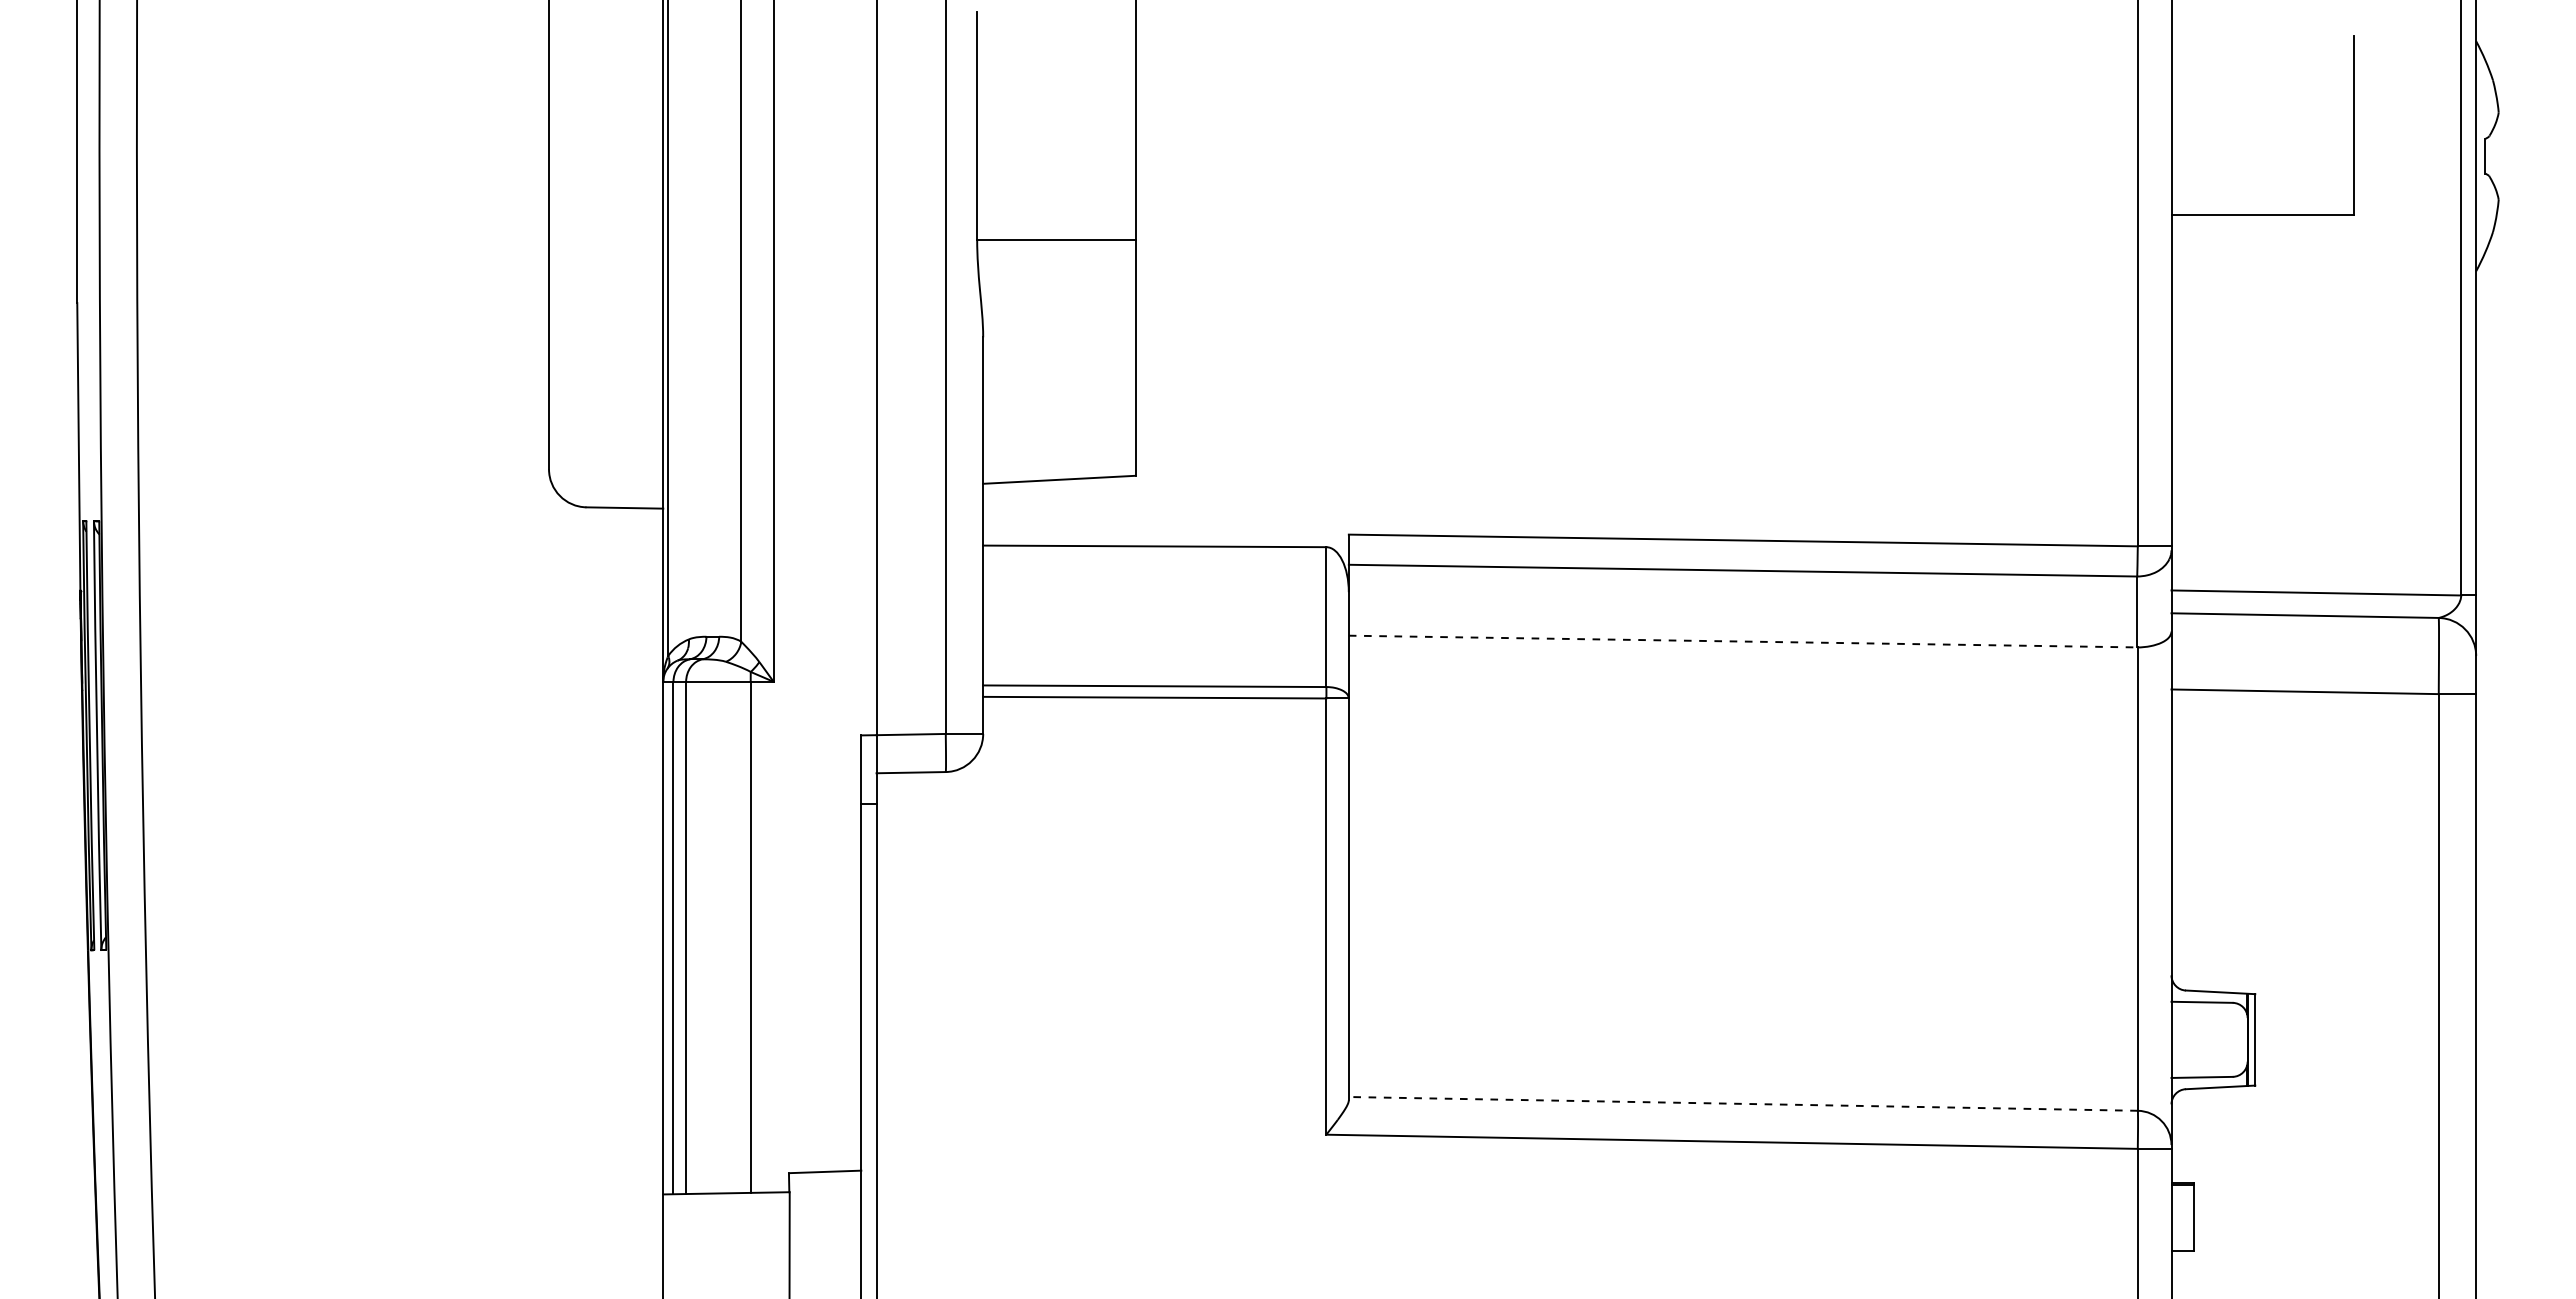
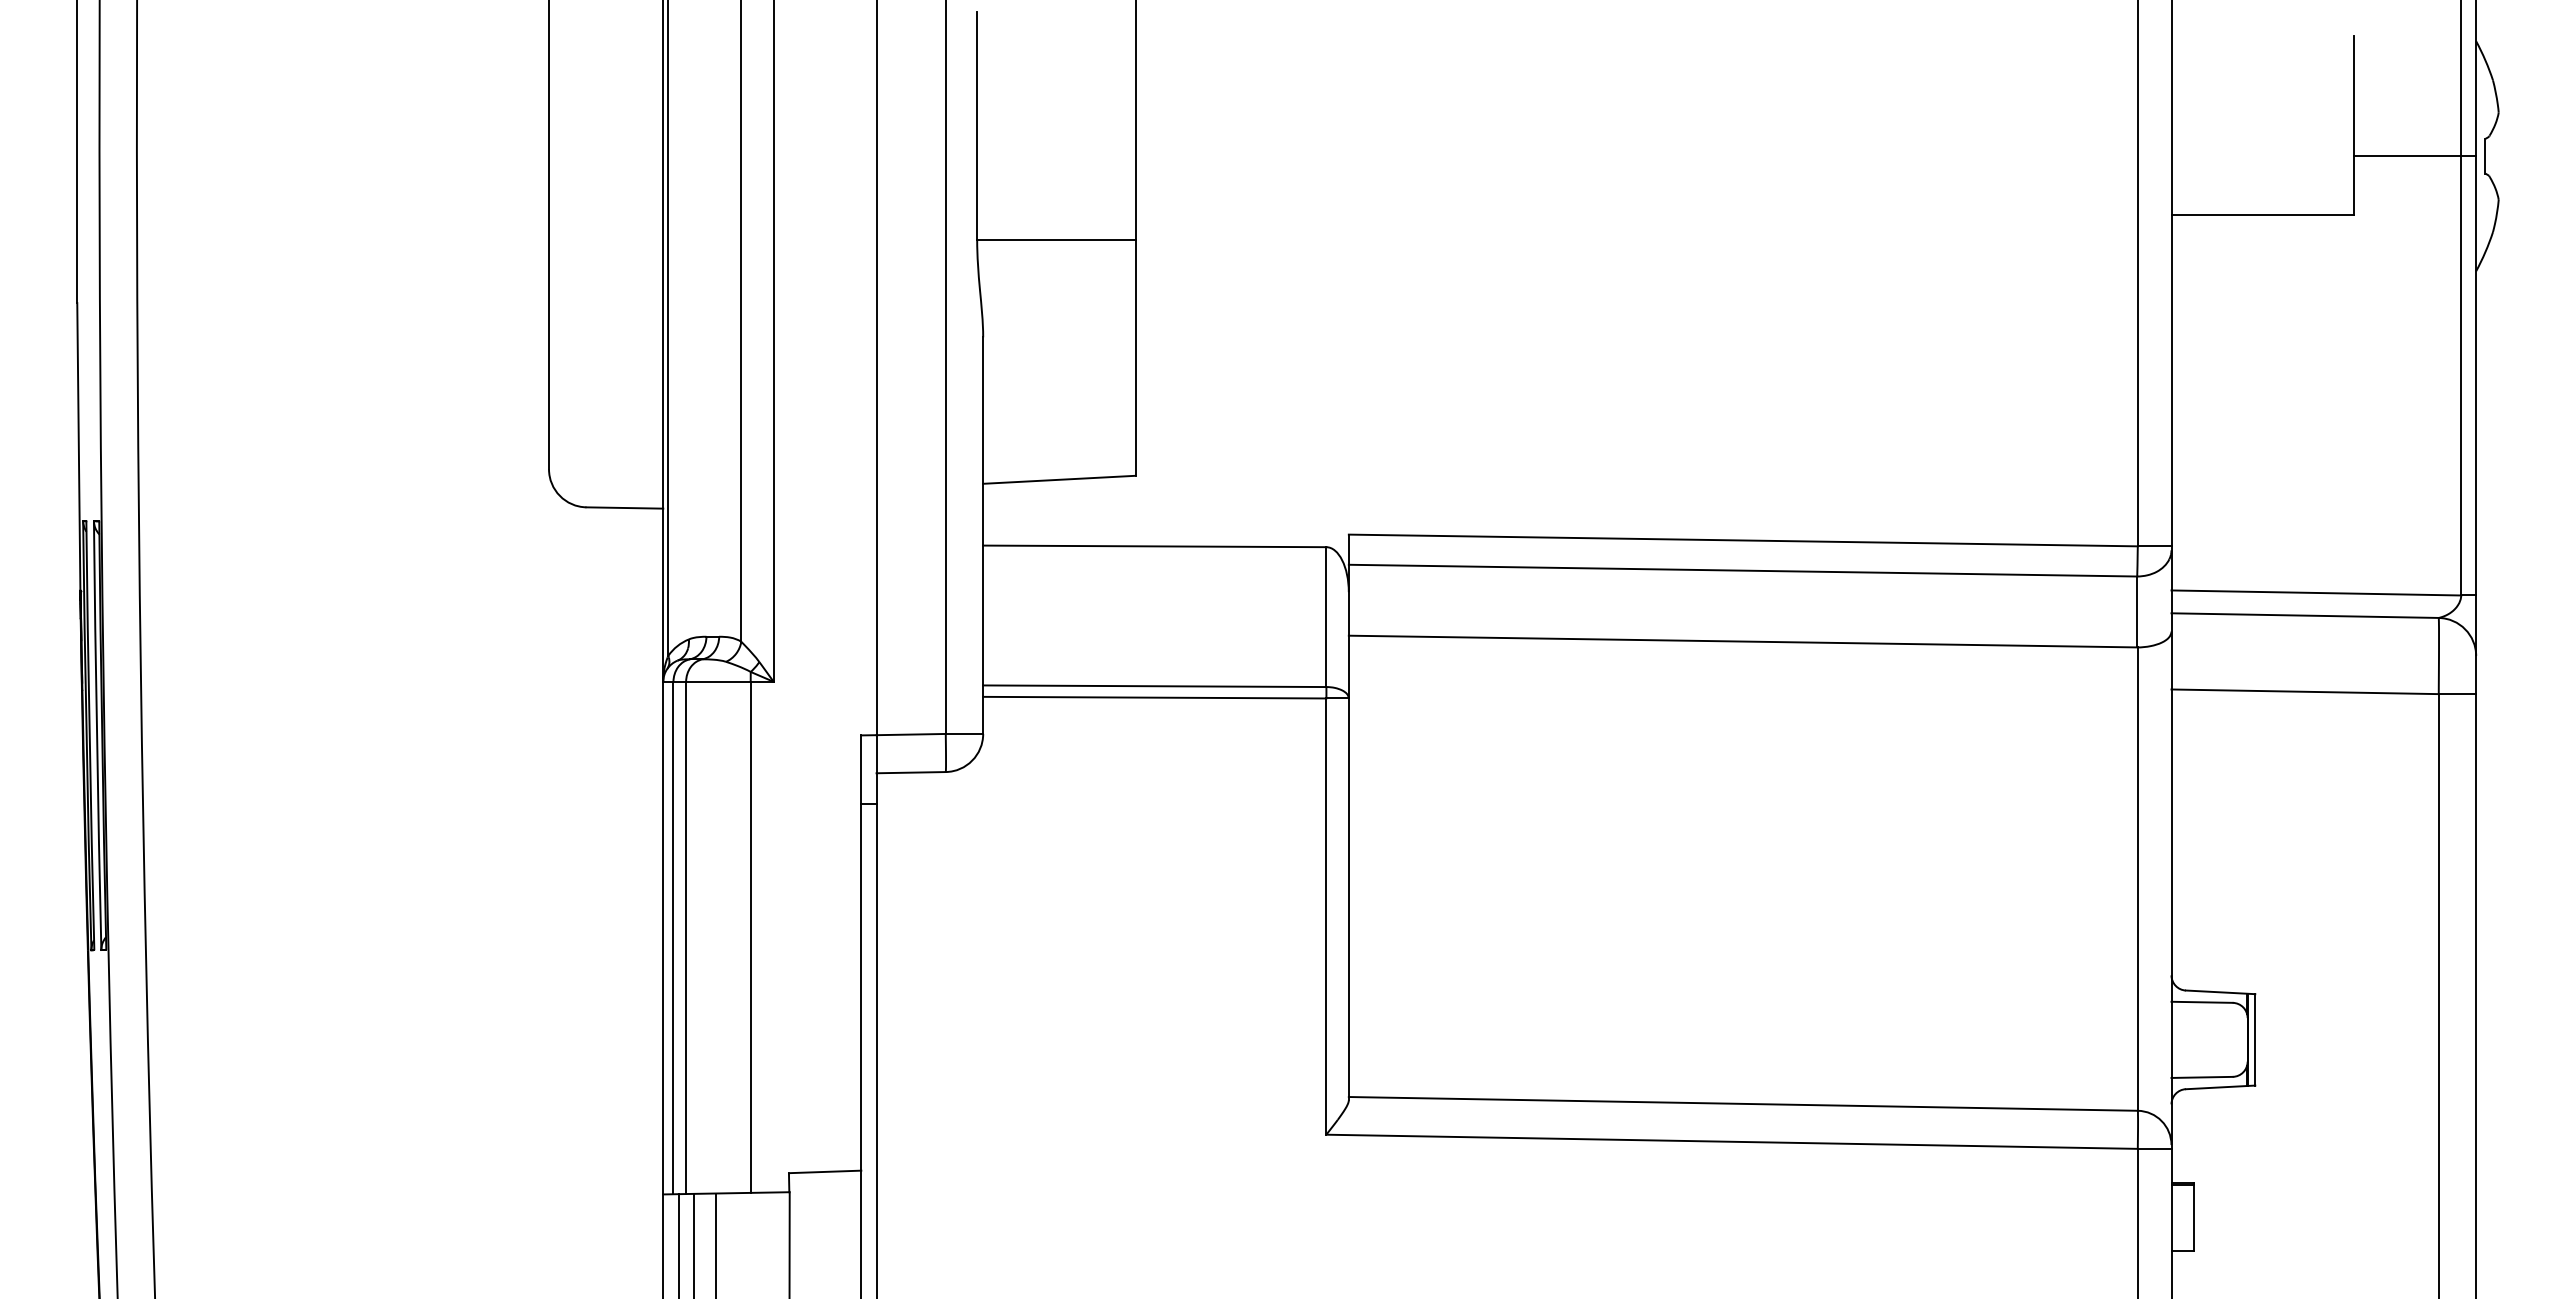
line at (2415, 156): none -> present
line at (1743, 641): dashed -> solid
line at (1743, 1103): dashed -> solid
line at (678, 1244): none -> present
line at (693, 1244): none -> present
line at (716, 1244): none -> present
